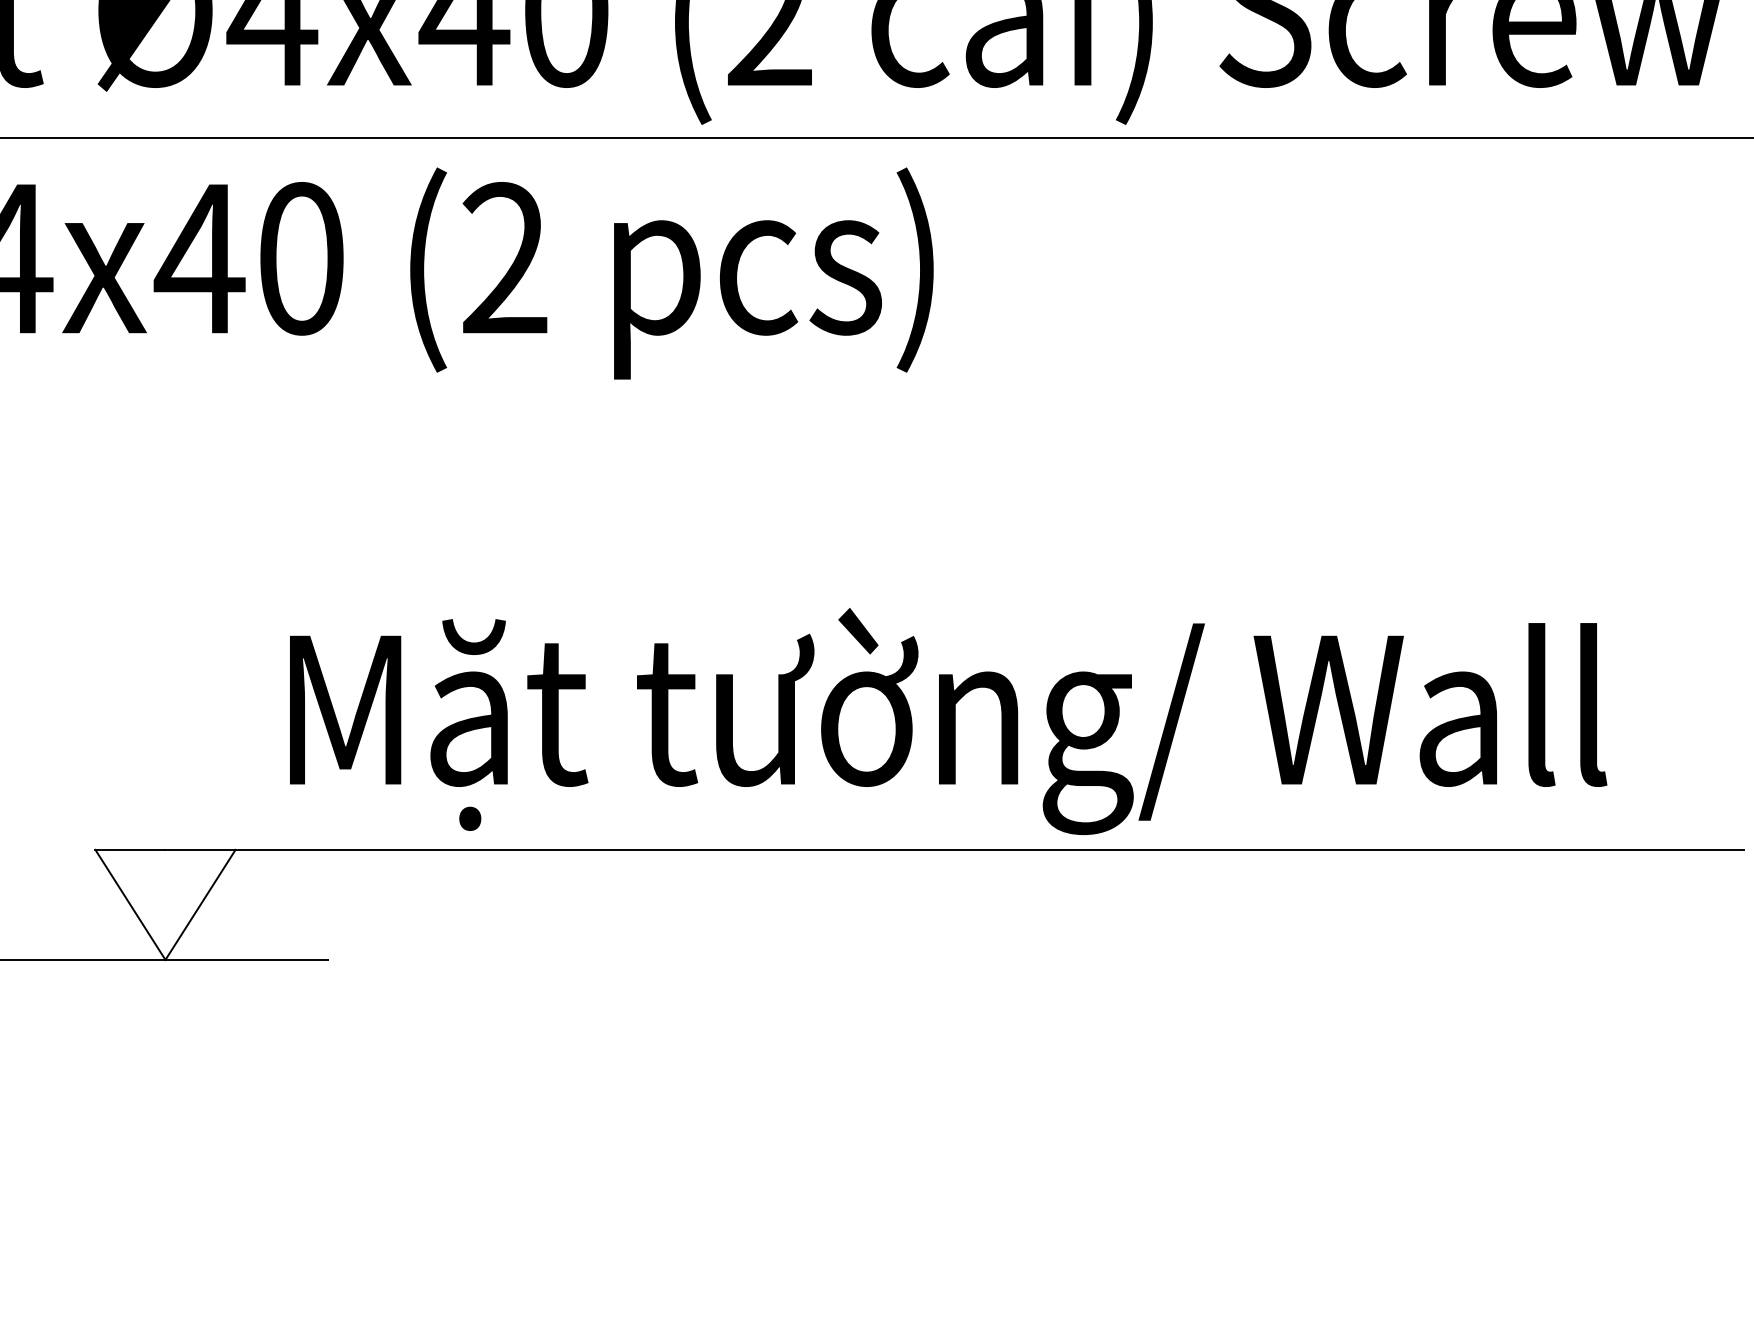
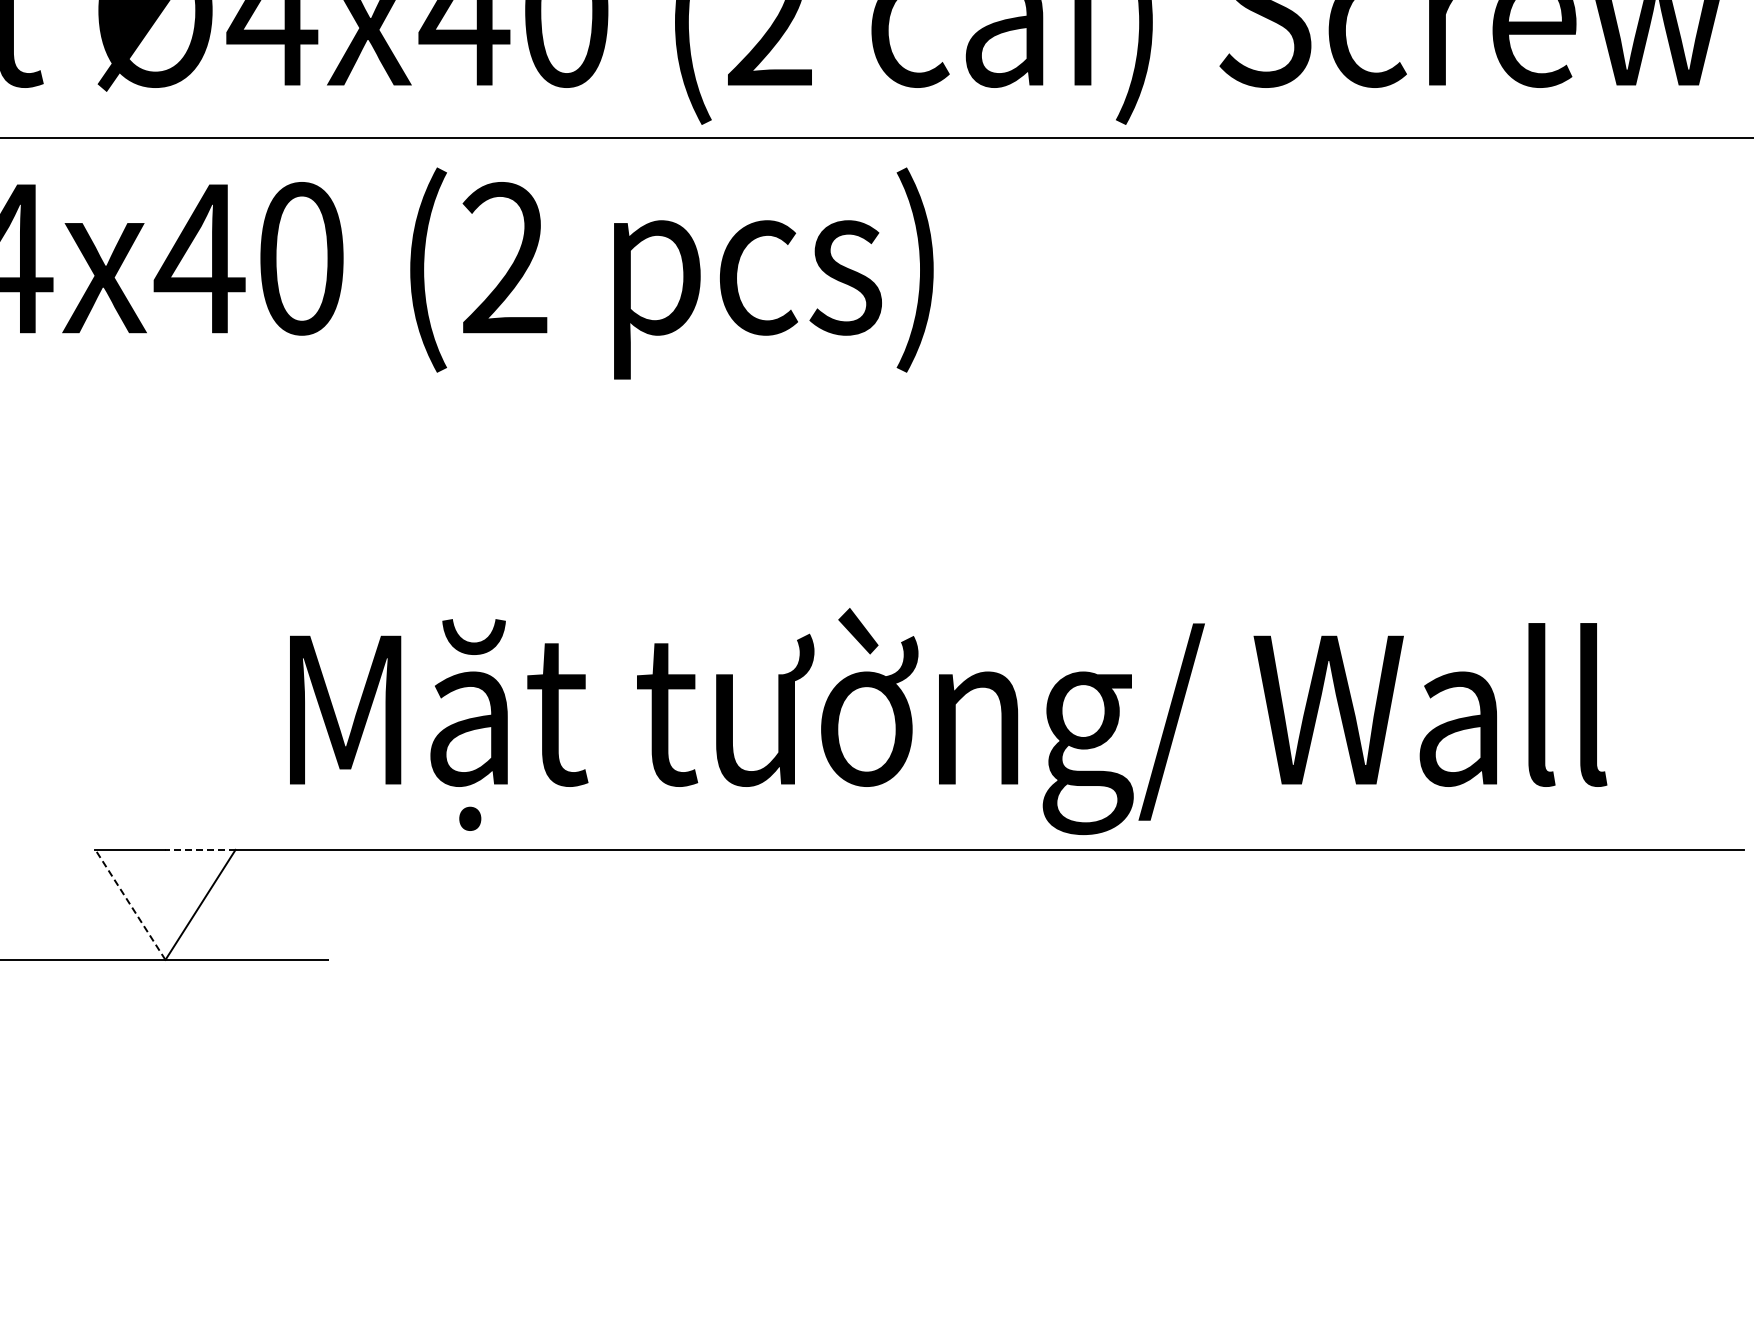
line at (200, 849): solid -> dashed
line at (130, 904): solid -> dashed
